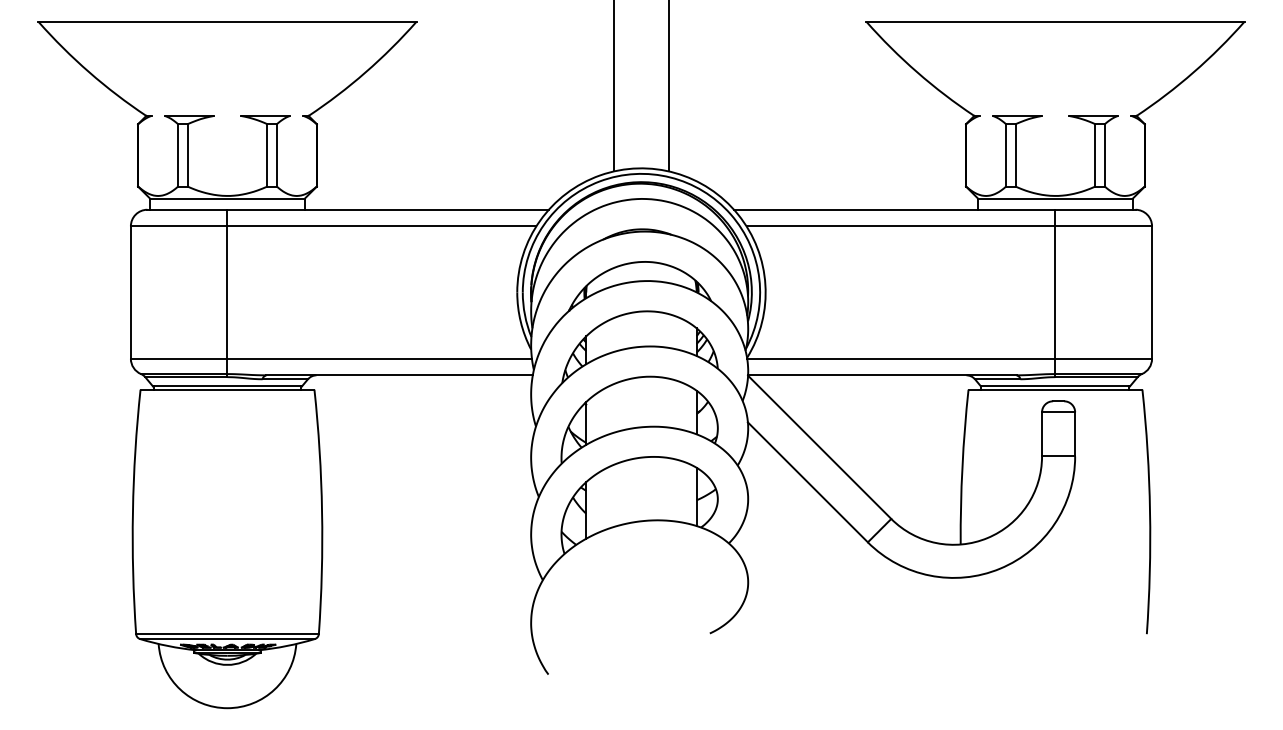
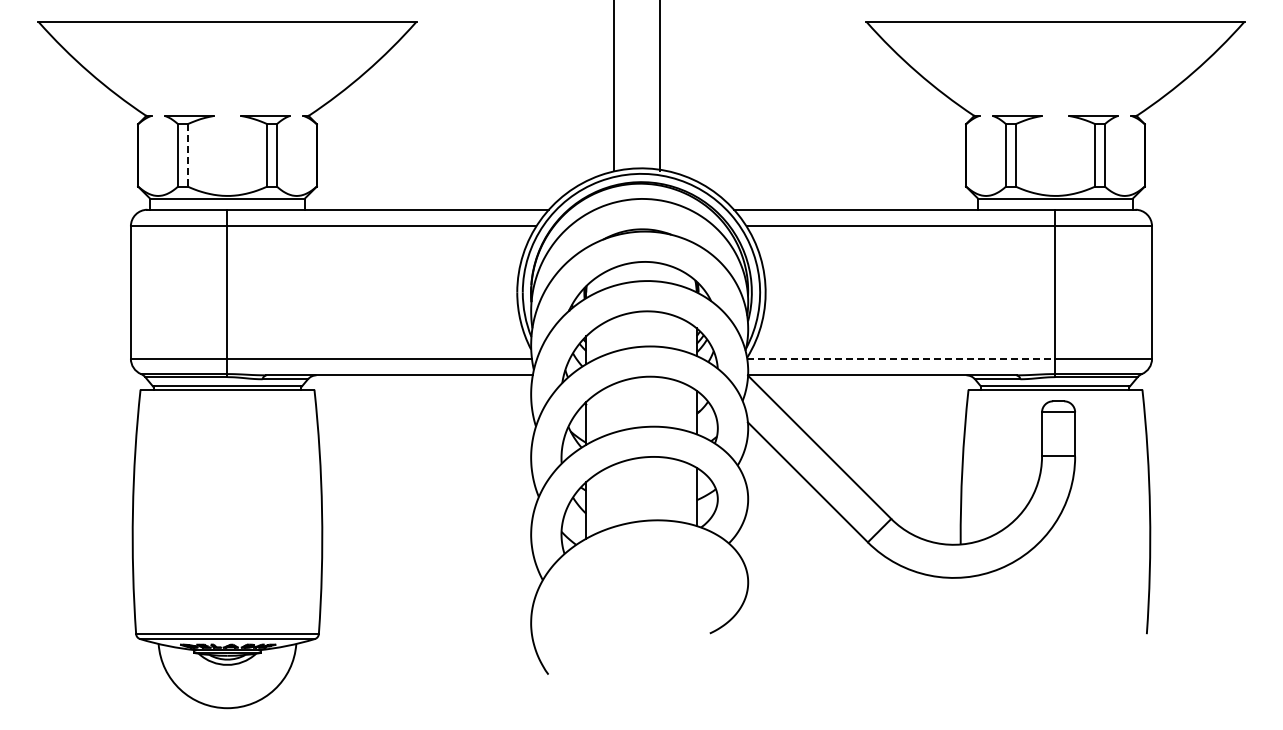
line at (669, 86) position: (669, 86) -> (660, 86)
line at (187, 155): solid -> dashed
line at (901, 358): solid -> dashed
